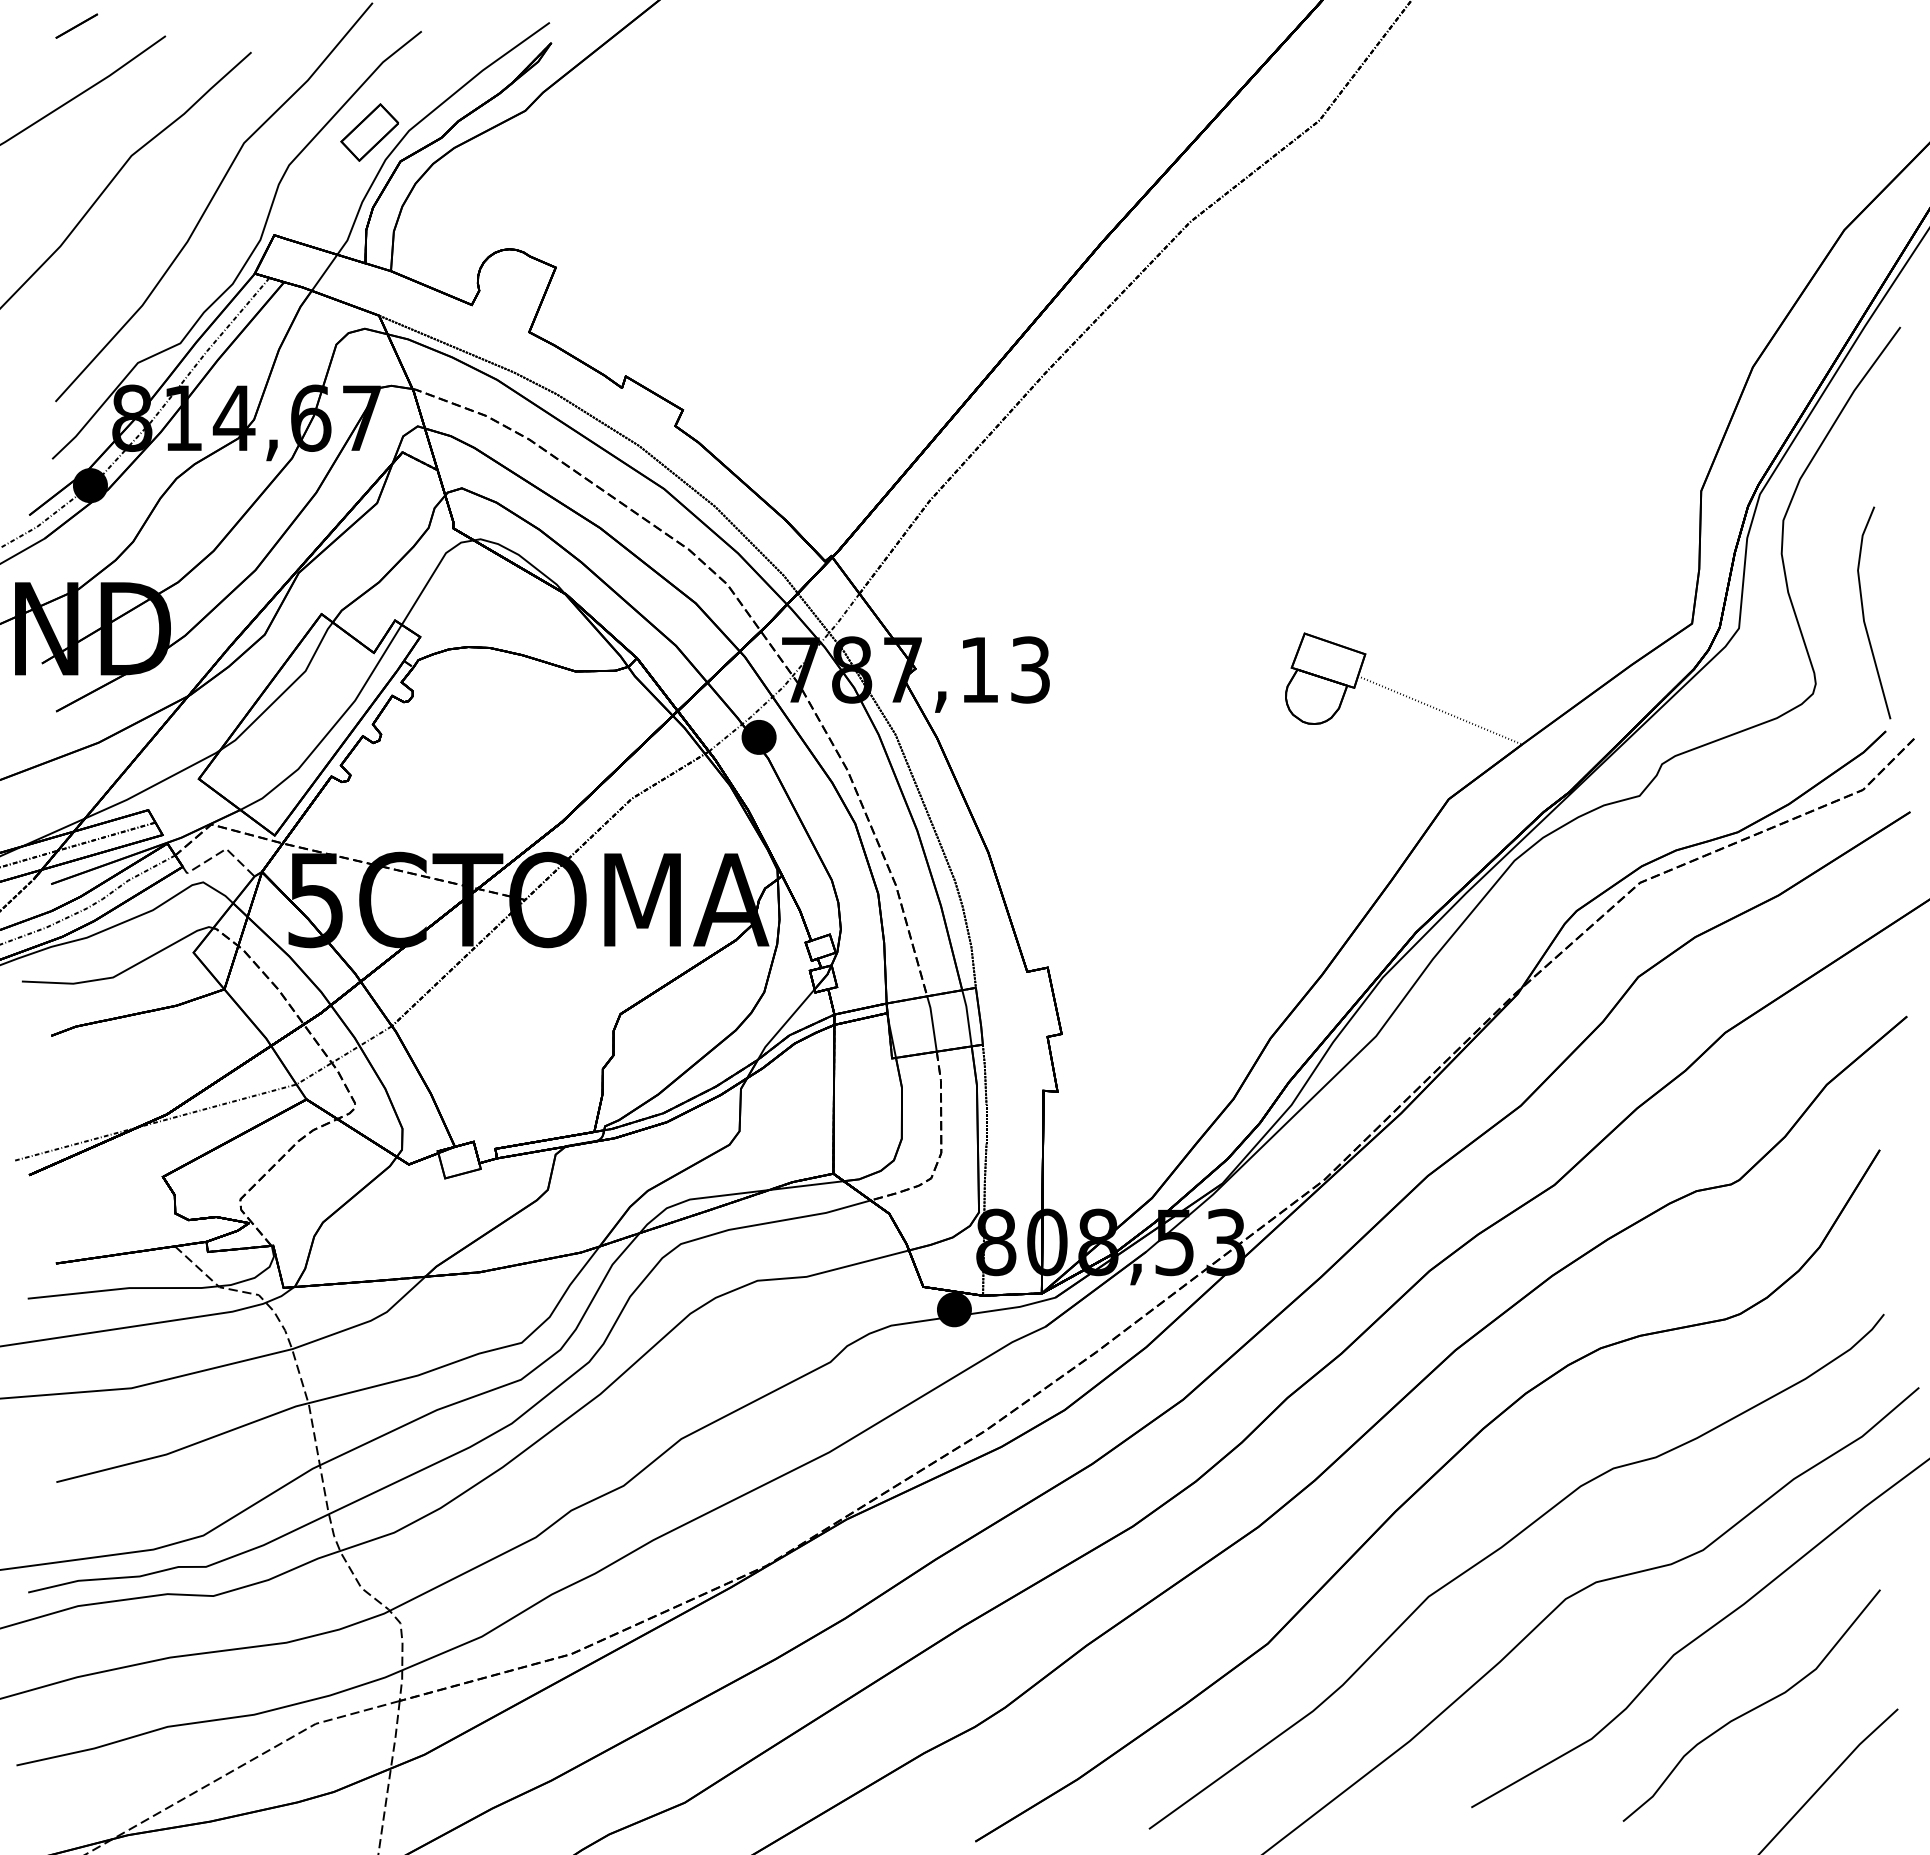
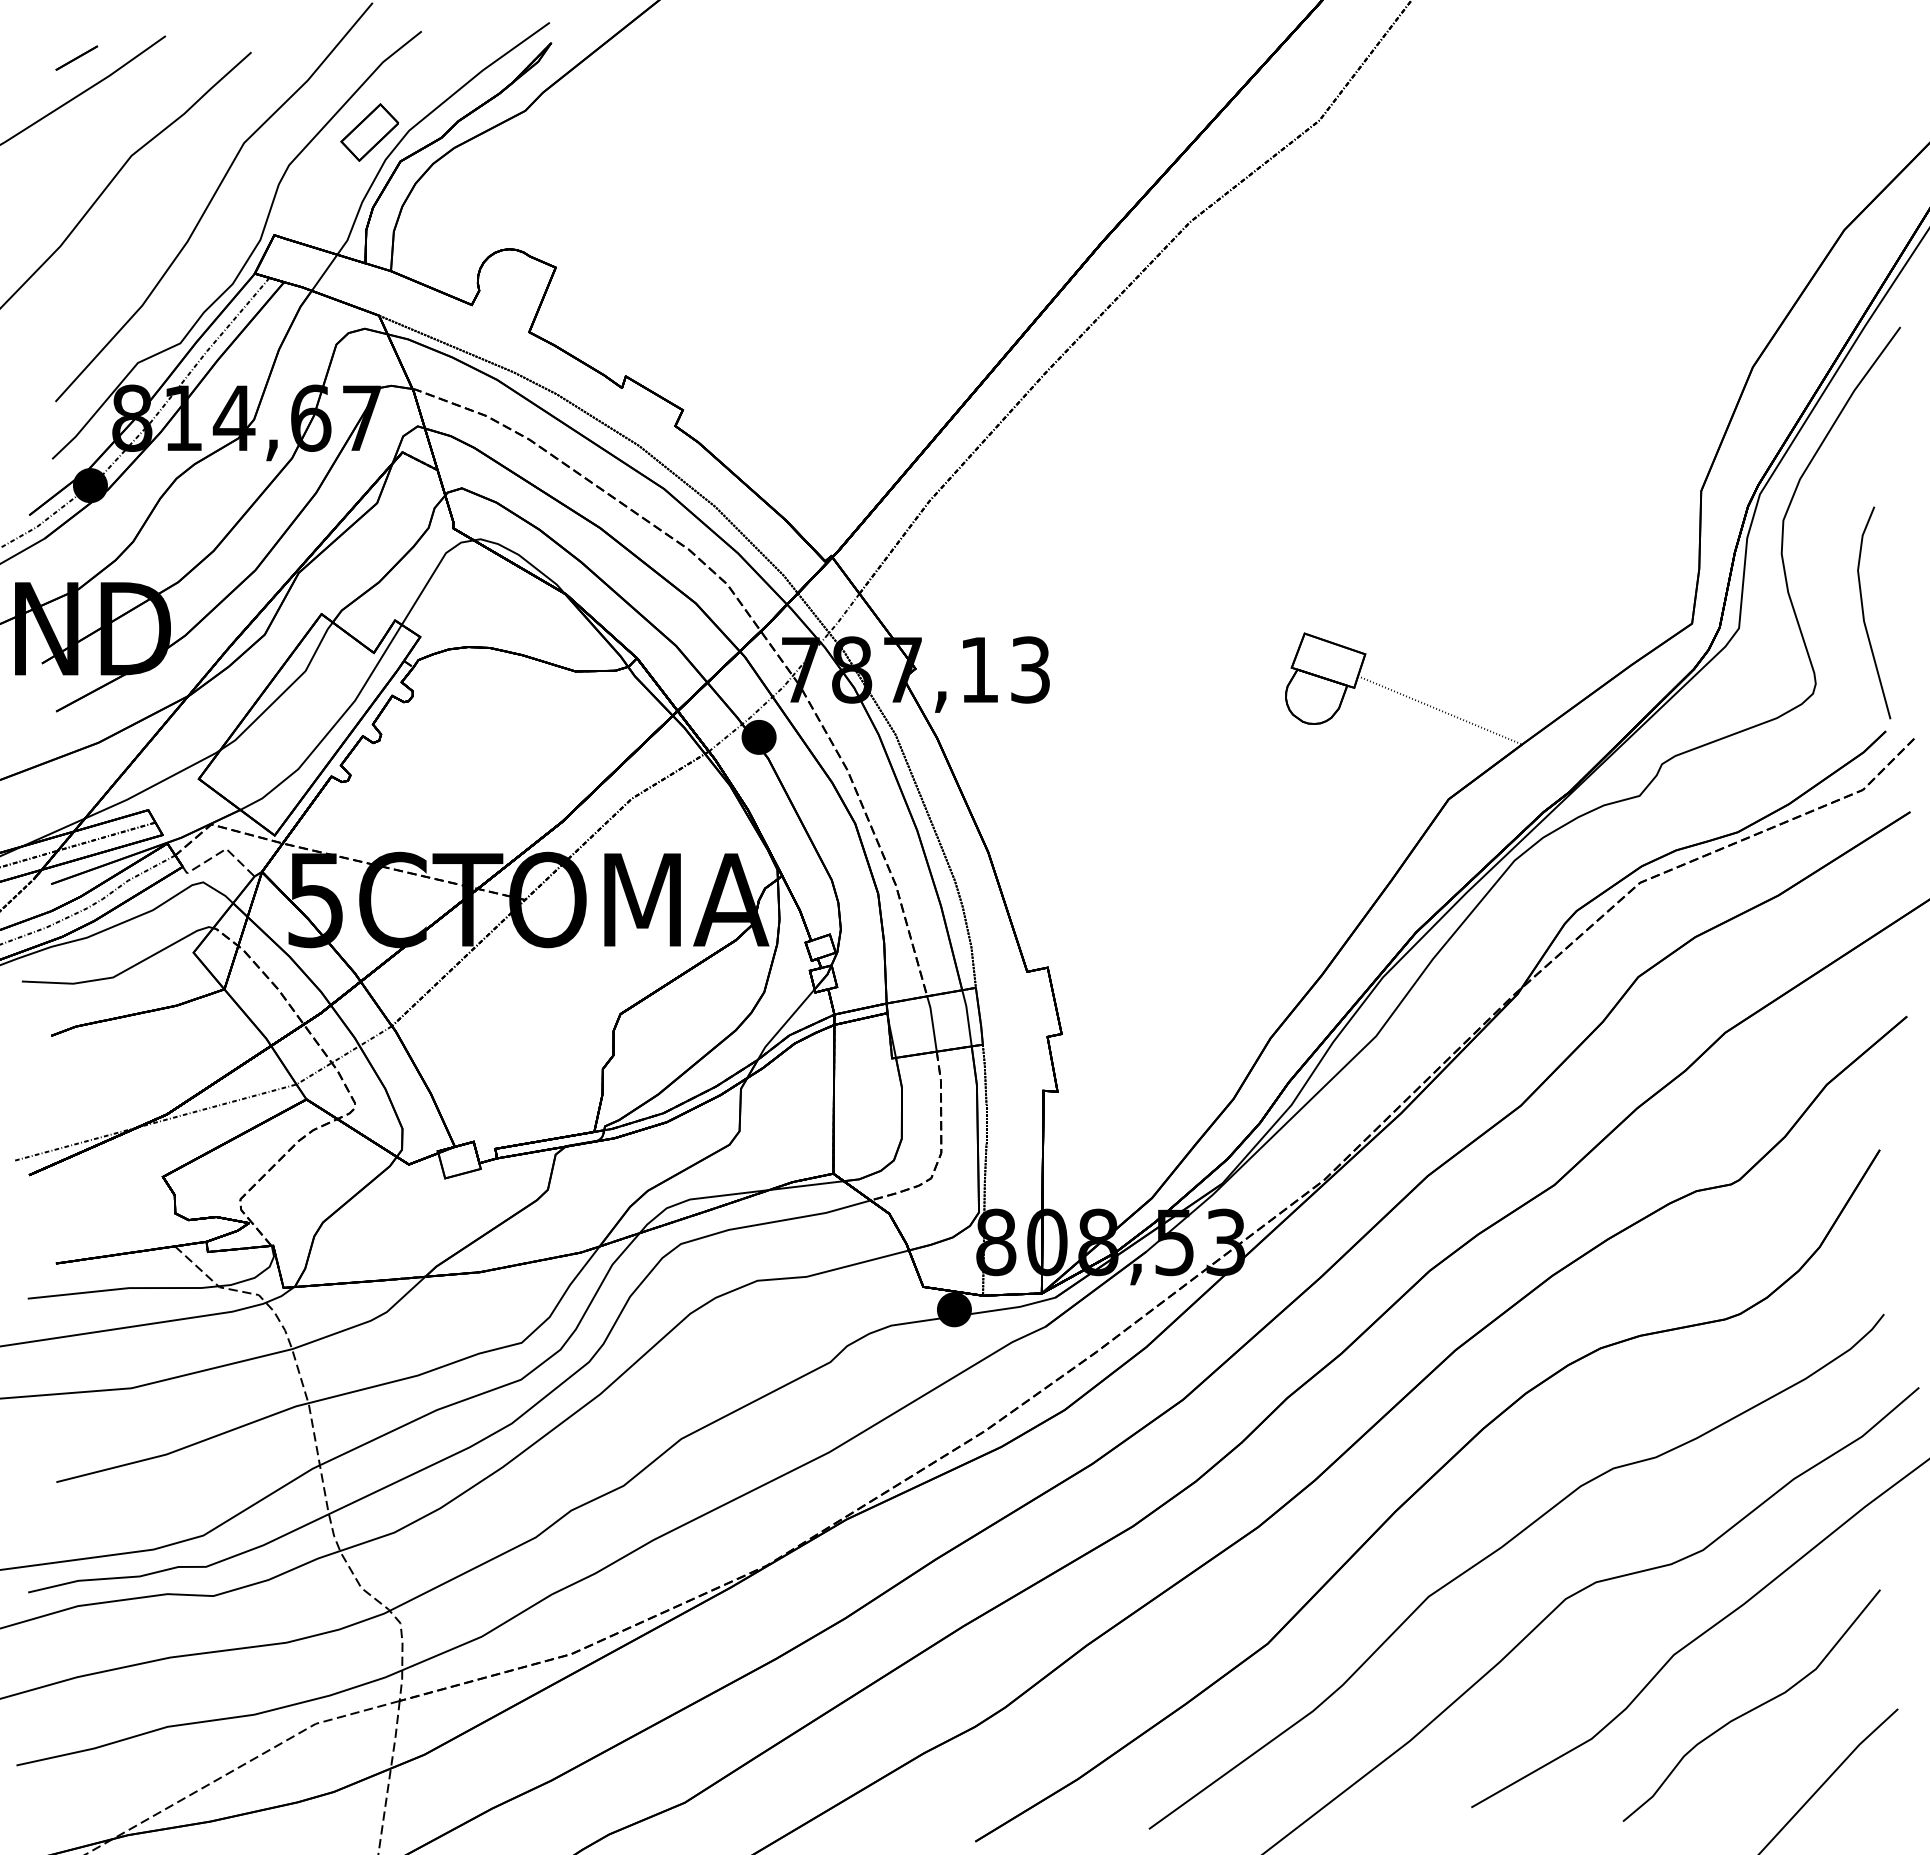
line at (76, 25) position: (76, 25) -> (76, 57)
